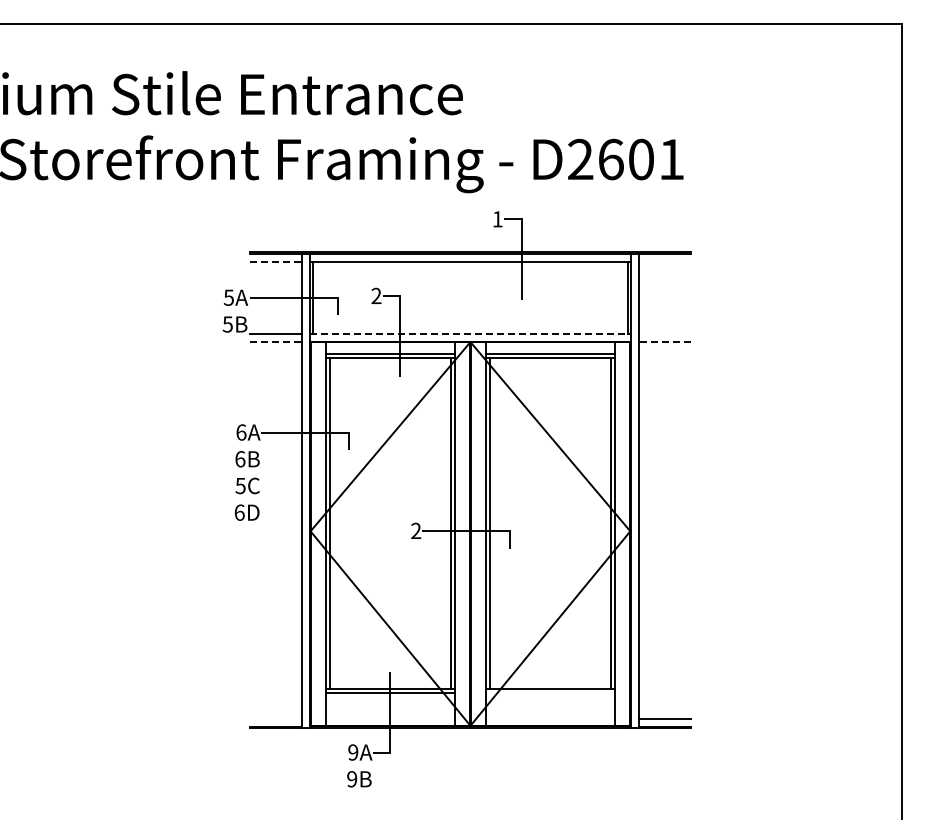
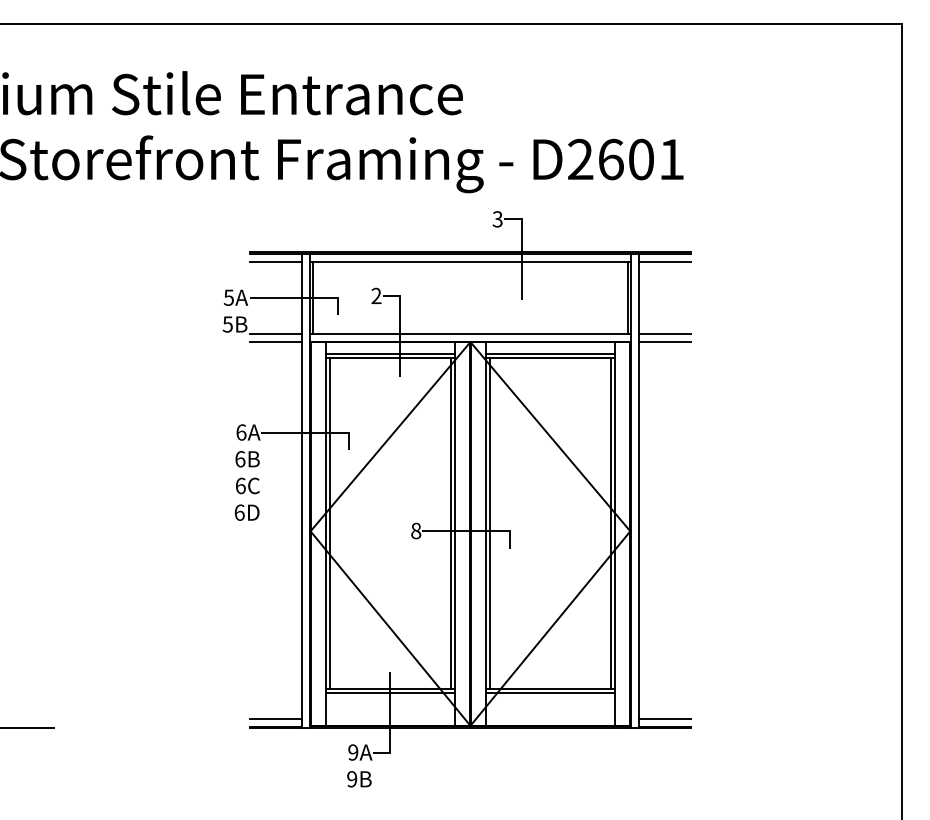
text at (497, 219): 1 -> 3
line at (276, 261): dashed -> solid
line at (664, 261): none -> present
line at (470, 333): dashed -> solid
line at (664, 333): none -> present
line at (276, 341): dashed -> solid
line at (664, 341): dashed -> solid
text at (240, 485): 5C -> 6C
text at (416, 530): 2 -> 8
line at (550, 693): none -> present
line at (275, 718): none -> present
line at (27, 728): none -> present
